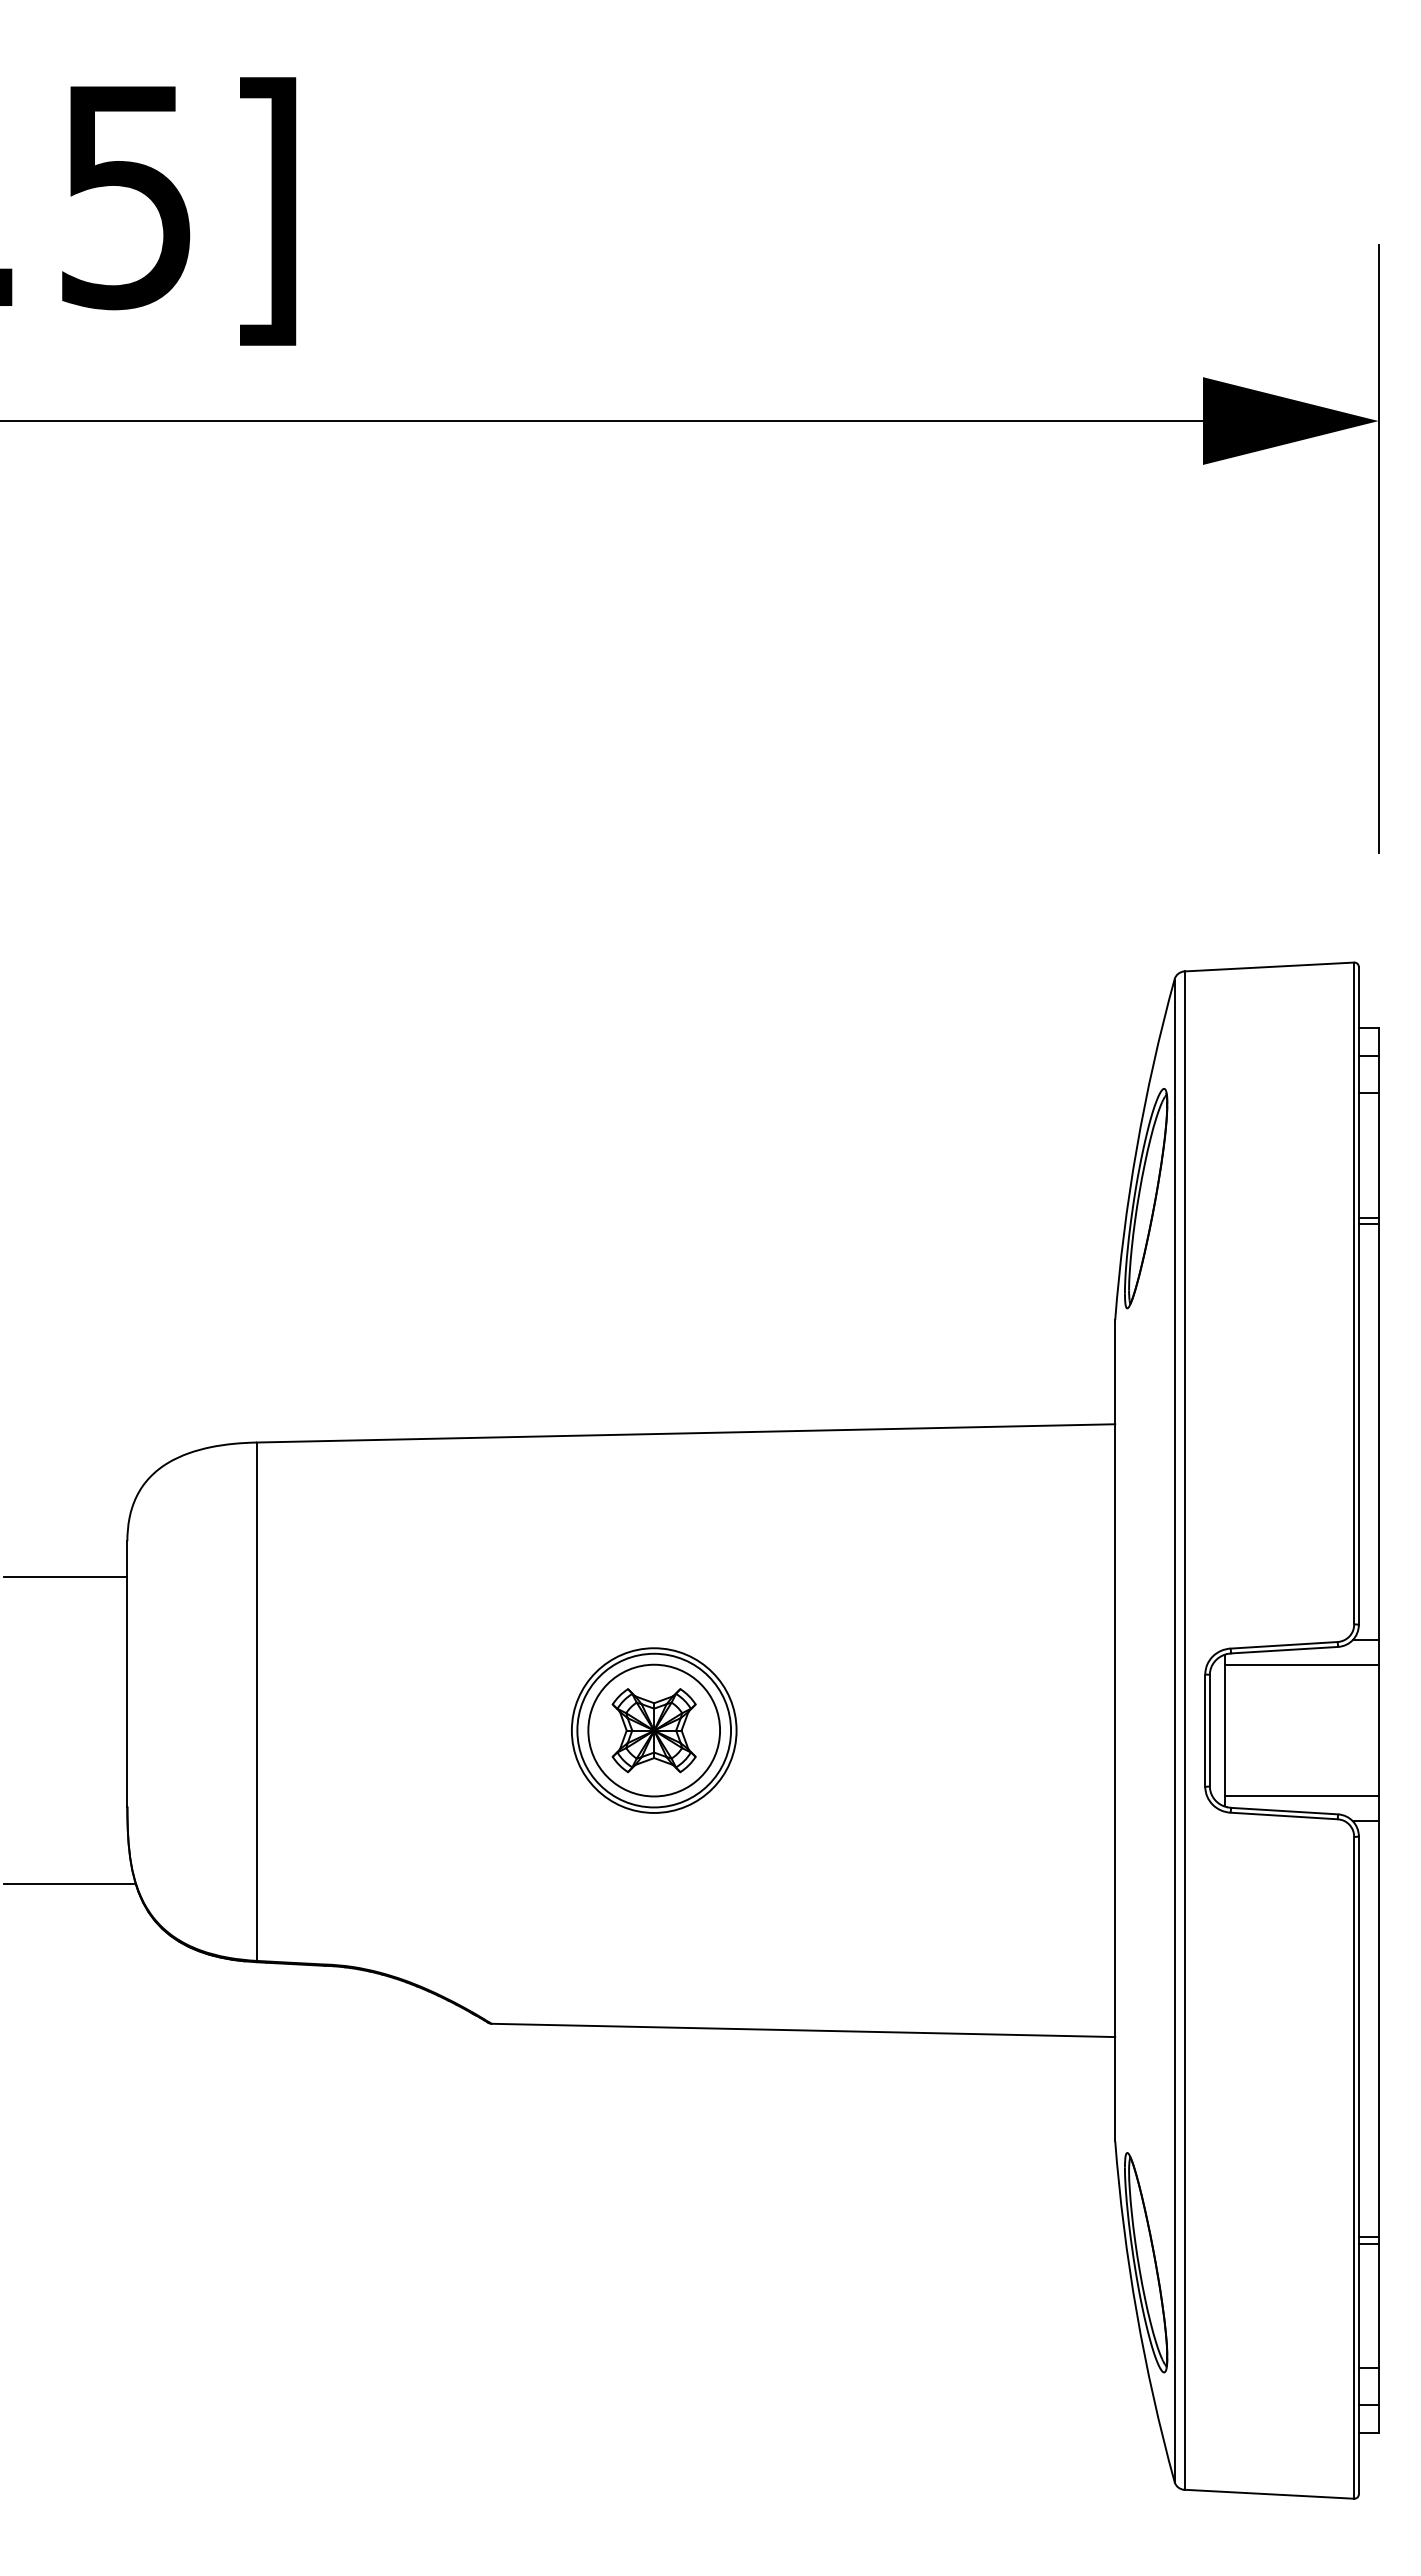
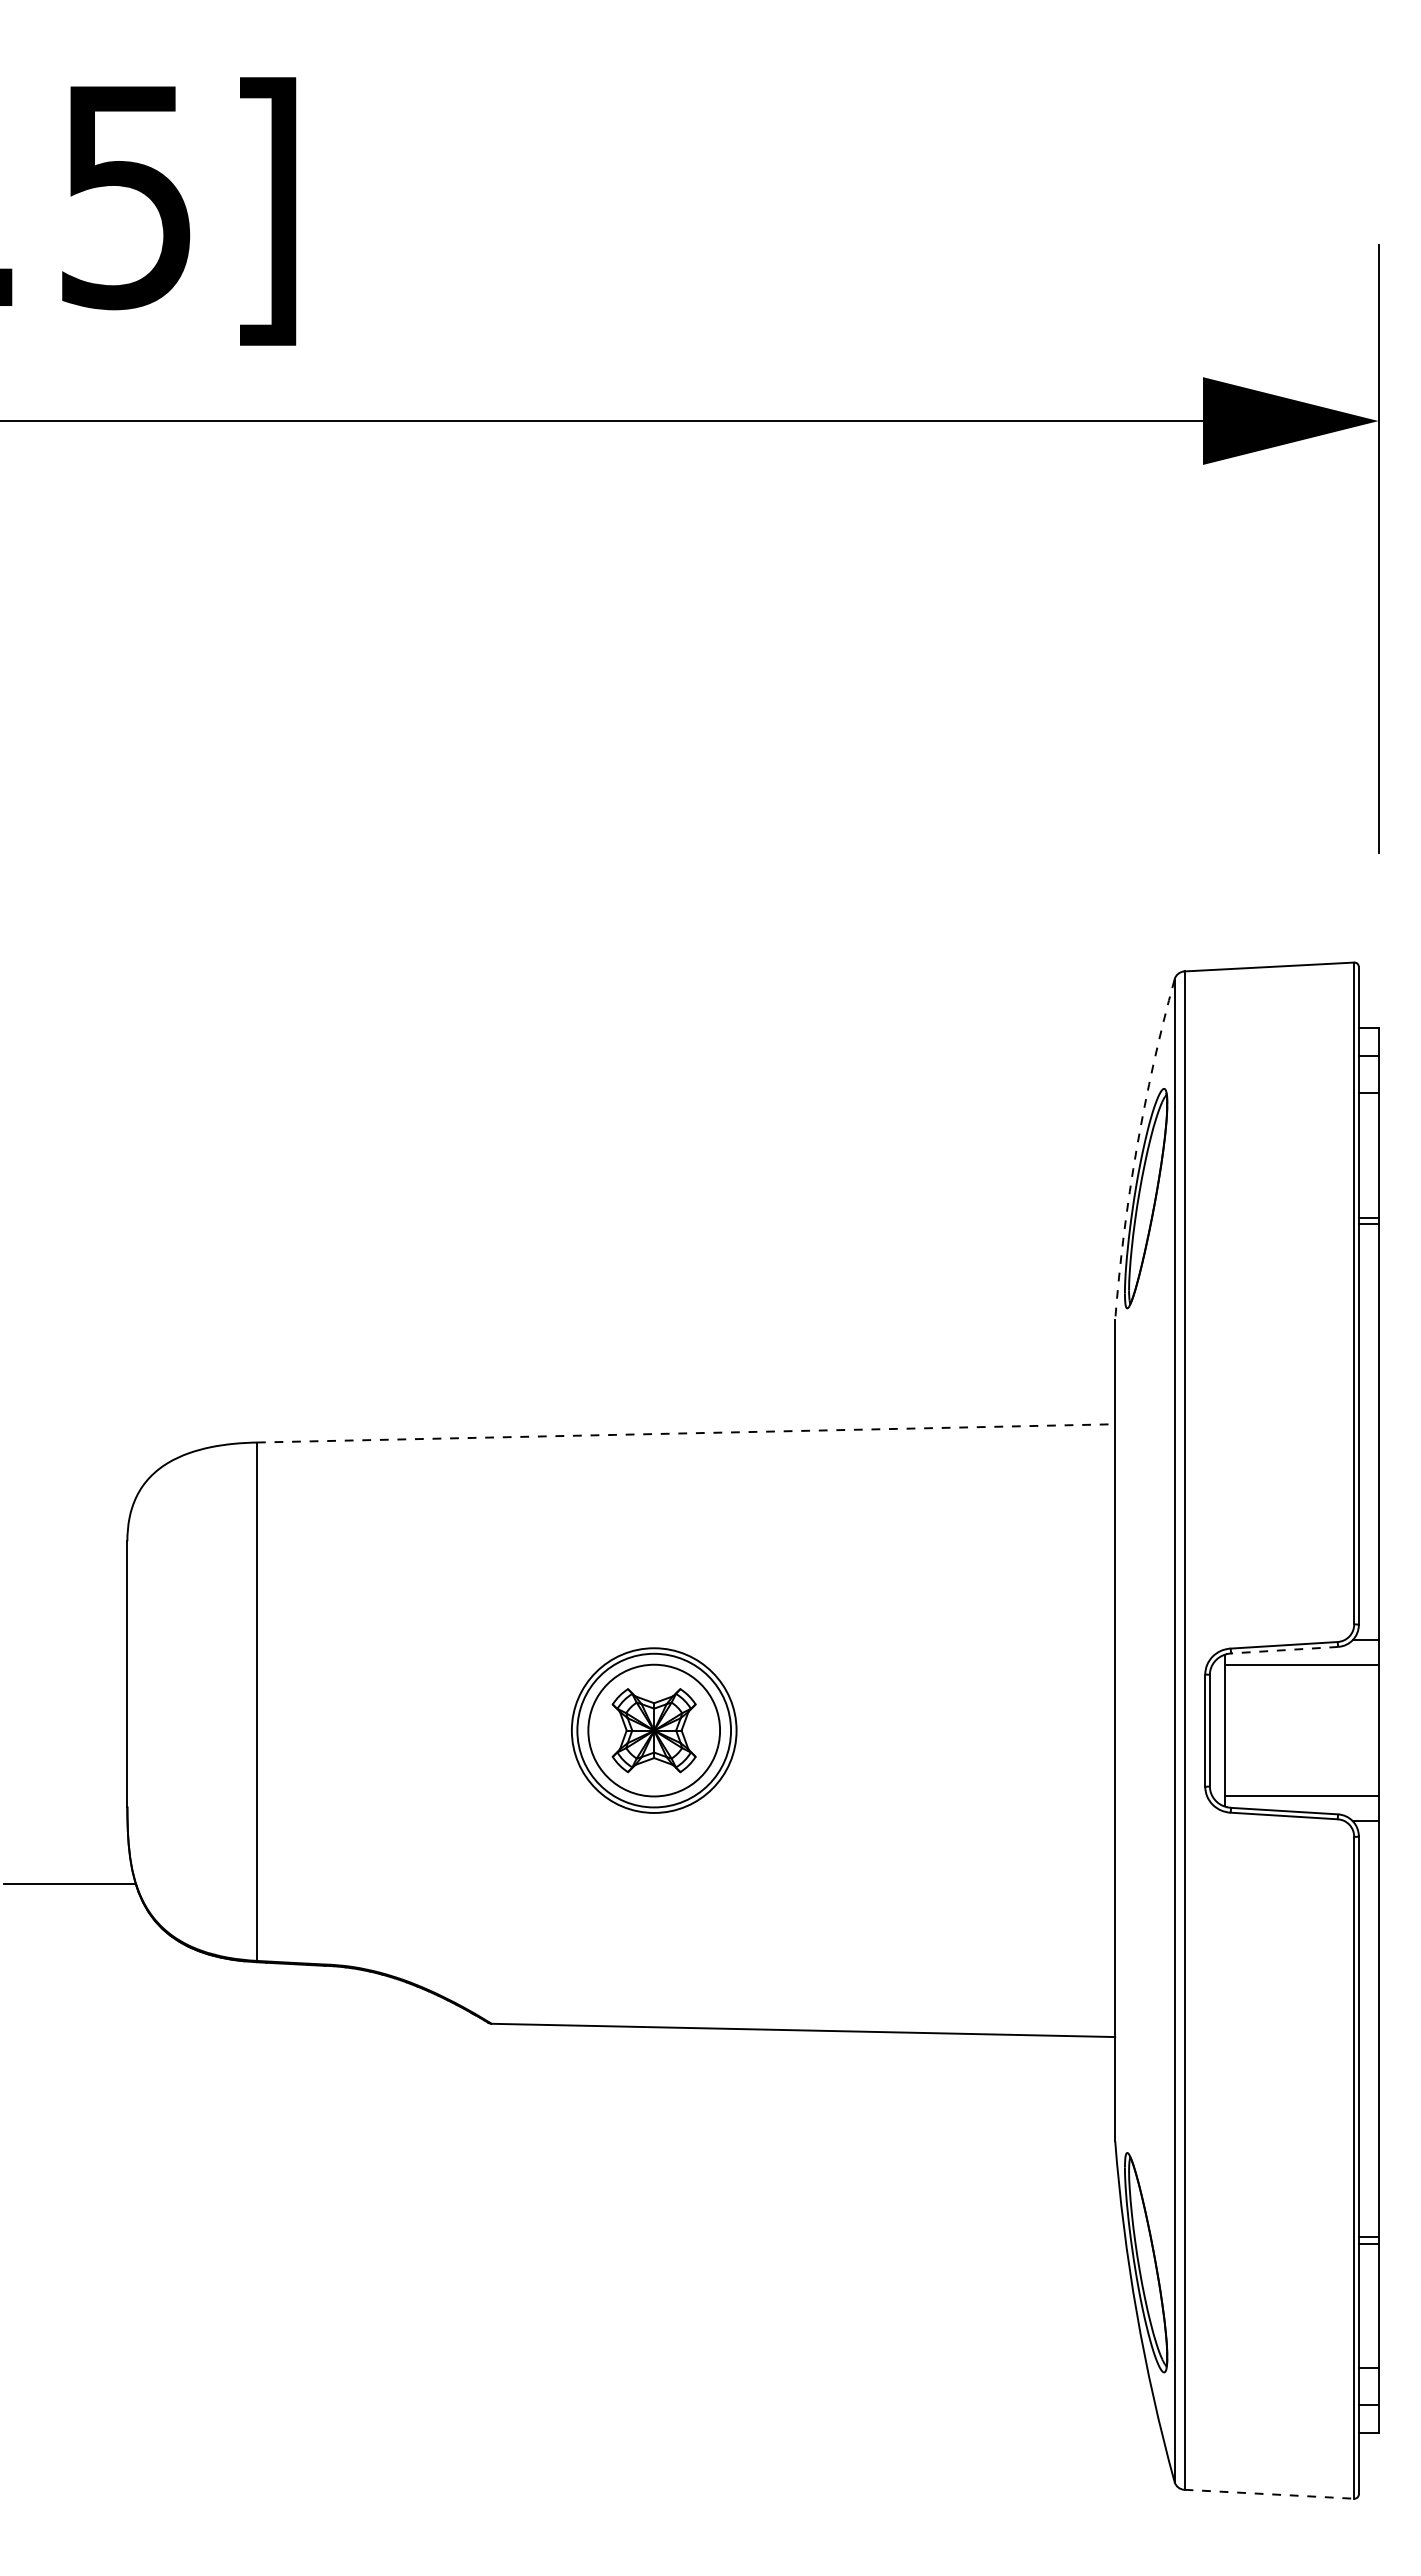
arc at (1136, 1148): solid -> dashed
line at (686, 1433): solid -> dashed
line at (65, 1576): present -> none
line at (1284, 1650): solid -> dashed
line at (1269, 2494): solid -> dashed
